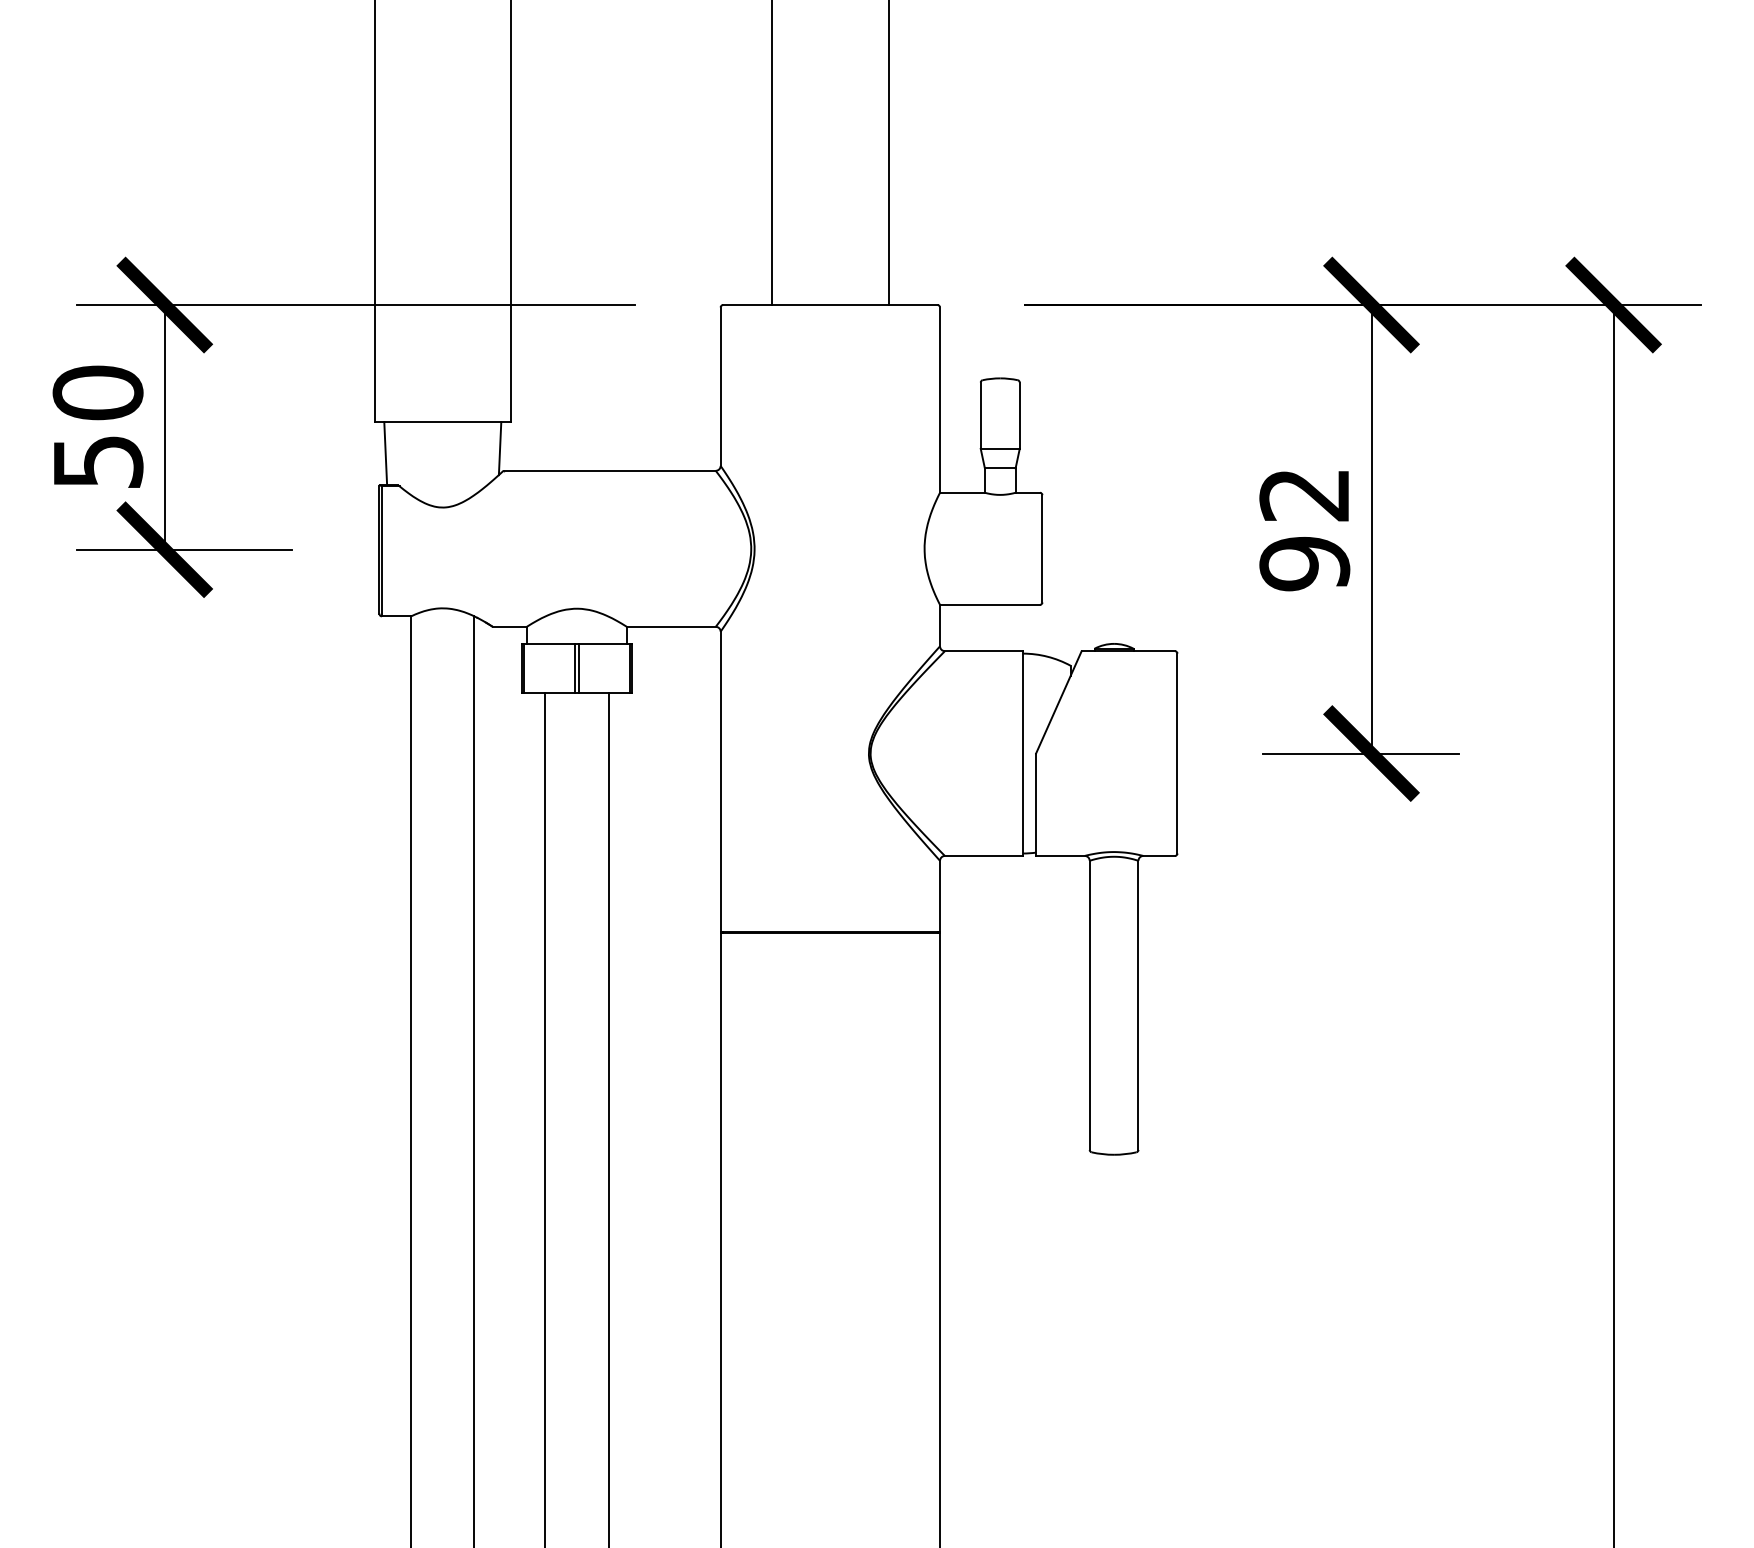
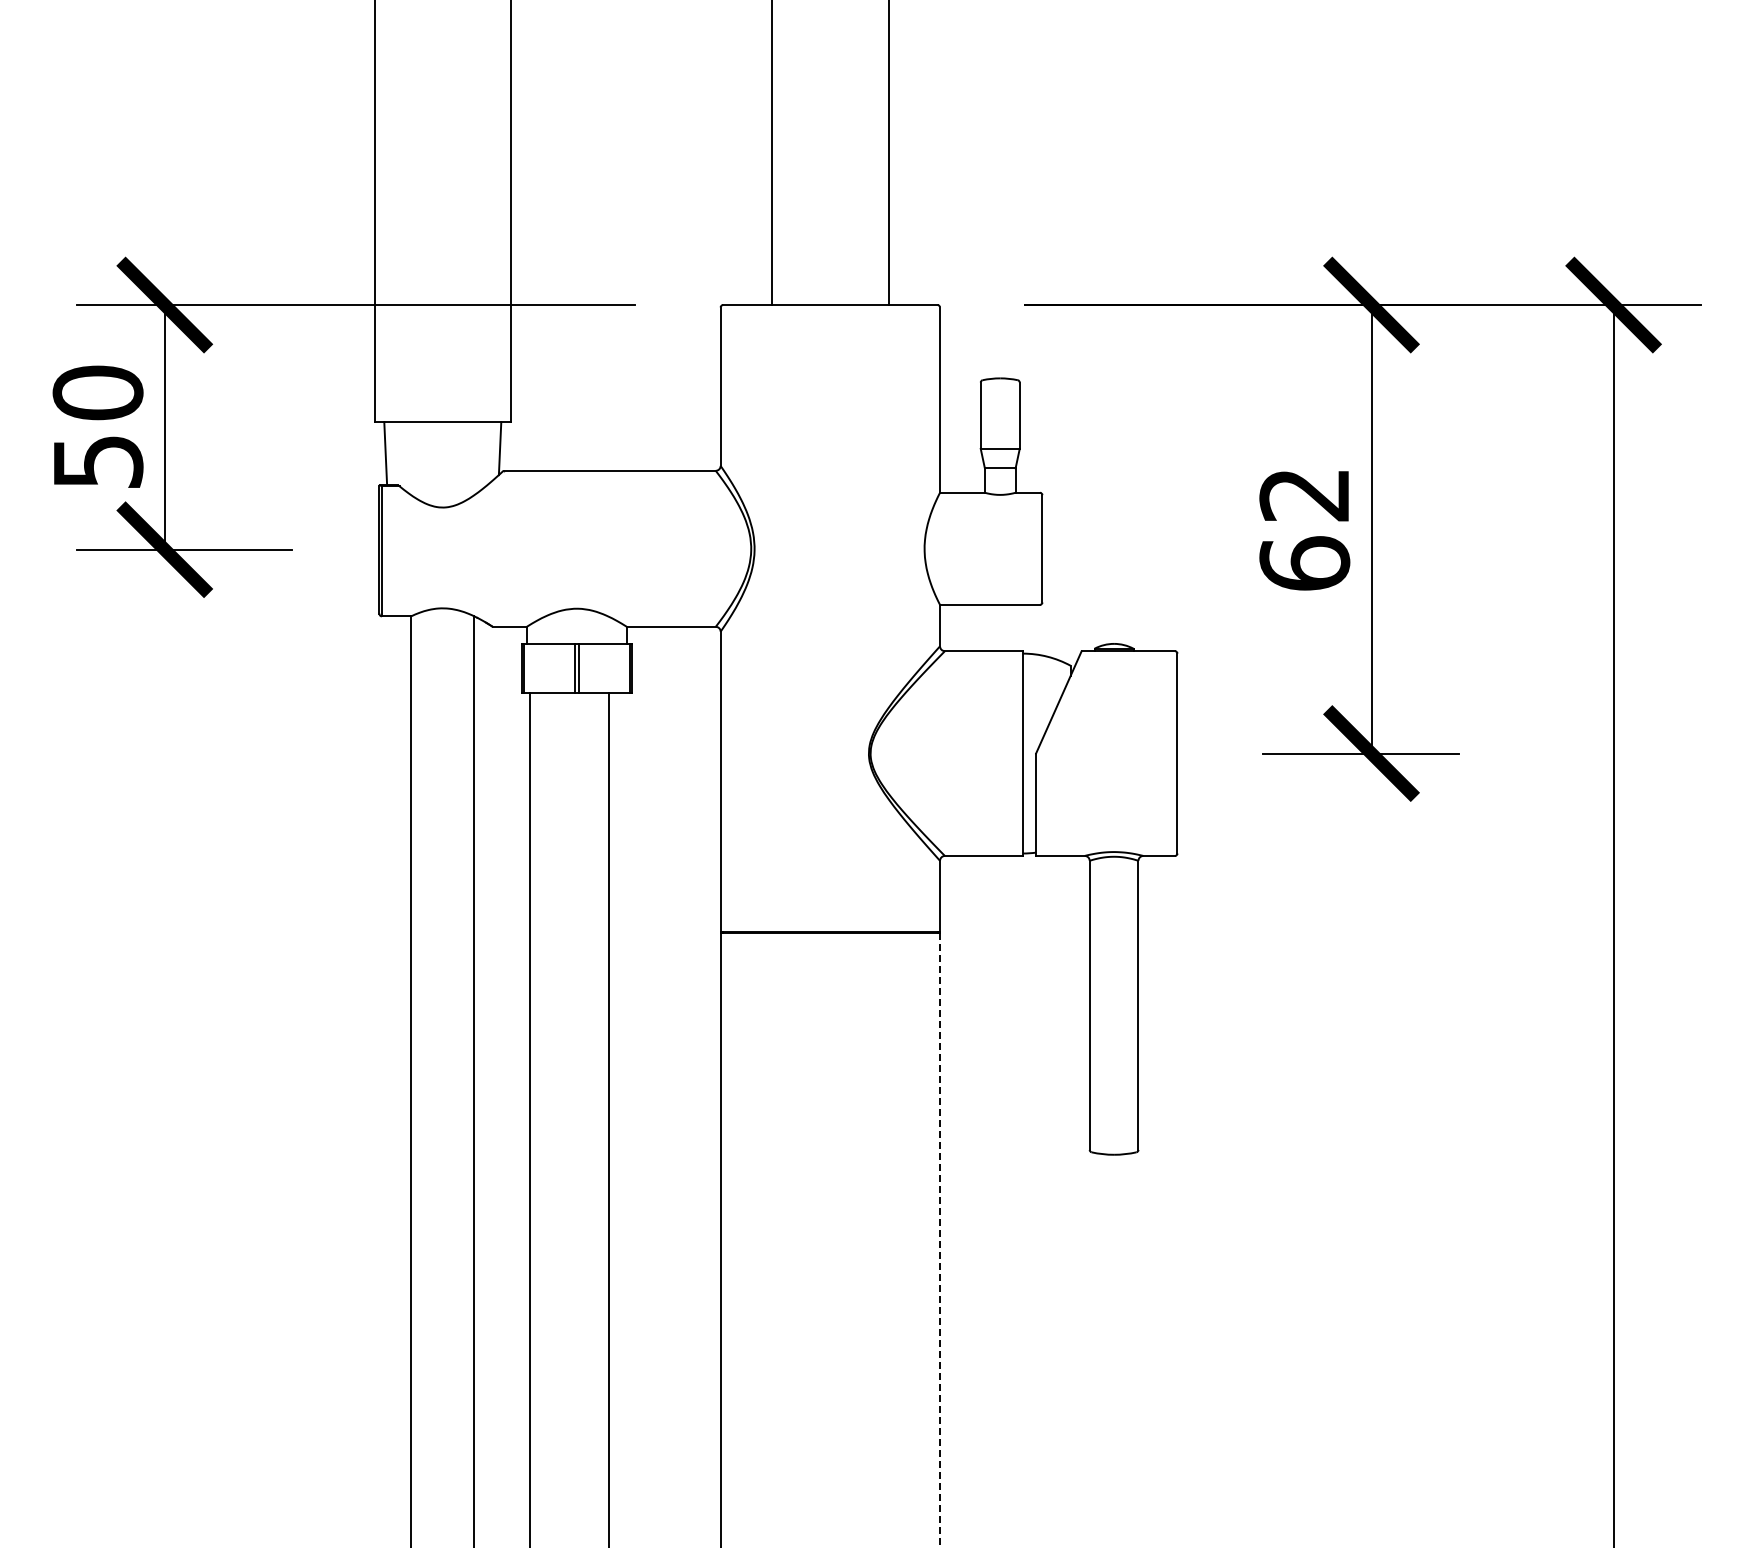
text at (1304, 563): 92 -> 62
line at (545, 1118) position: (545, 1118) -> (530, 1118)
line at (940, 1240): solid -> dashed
